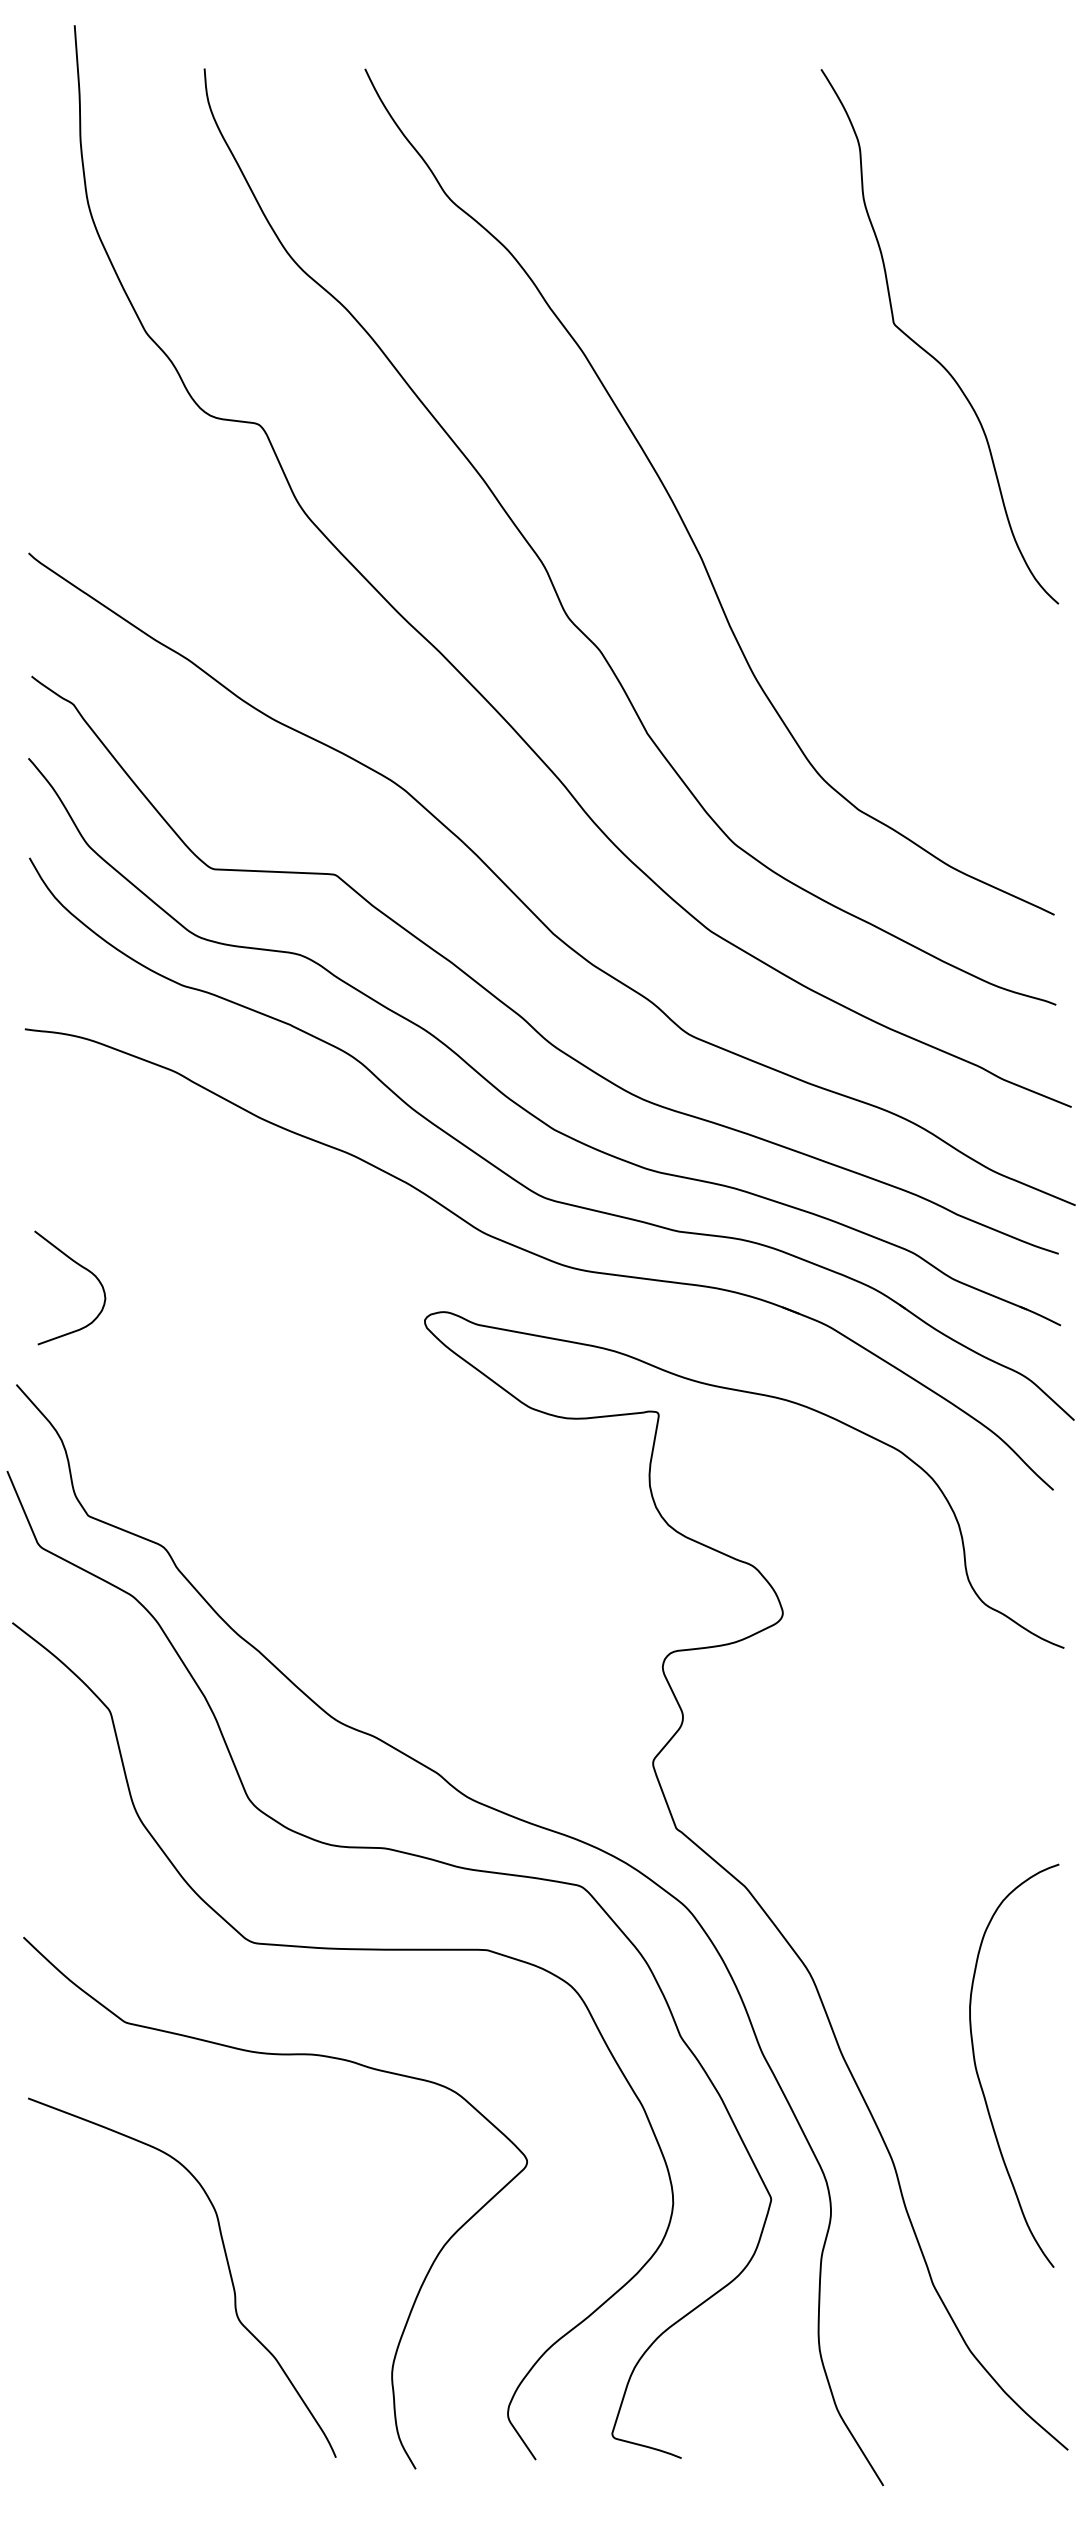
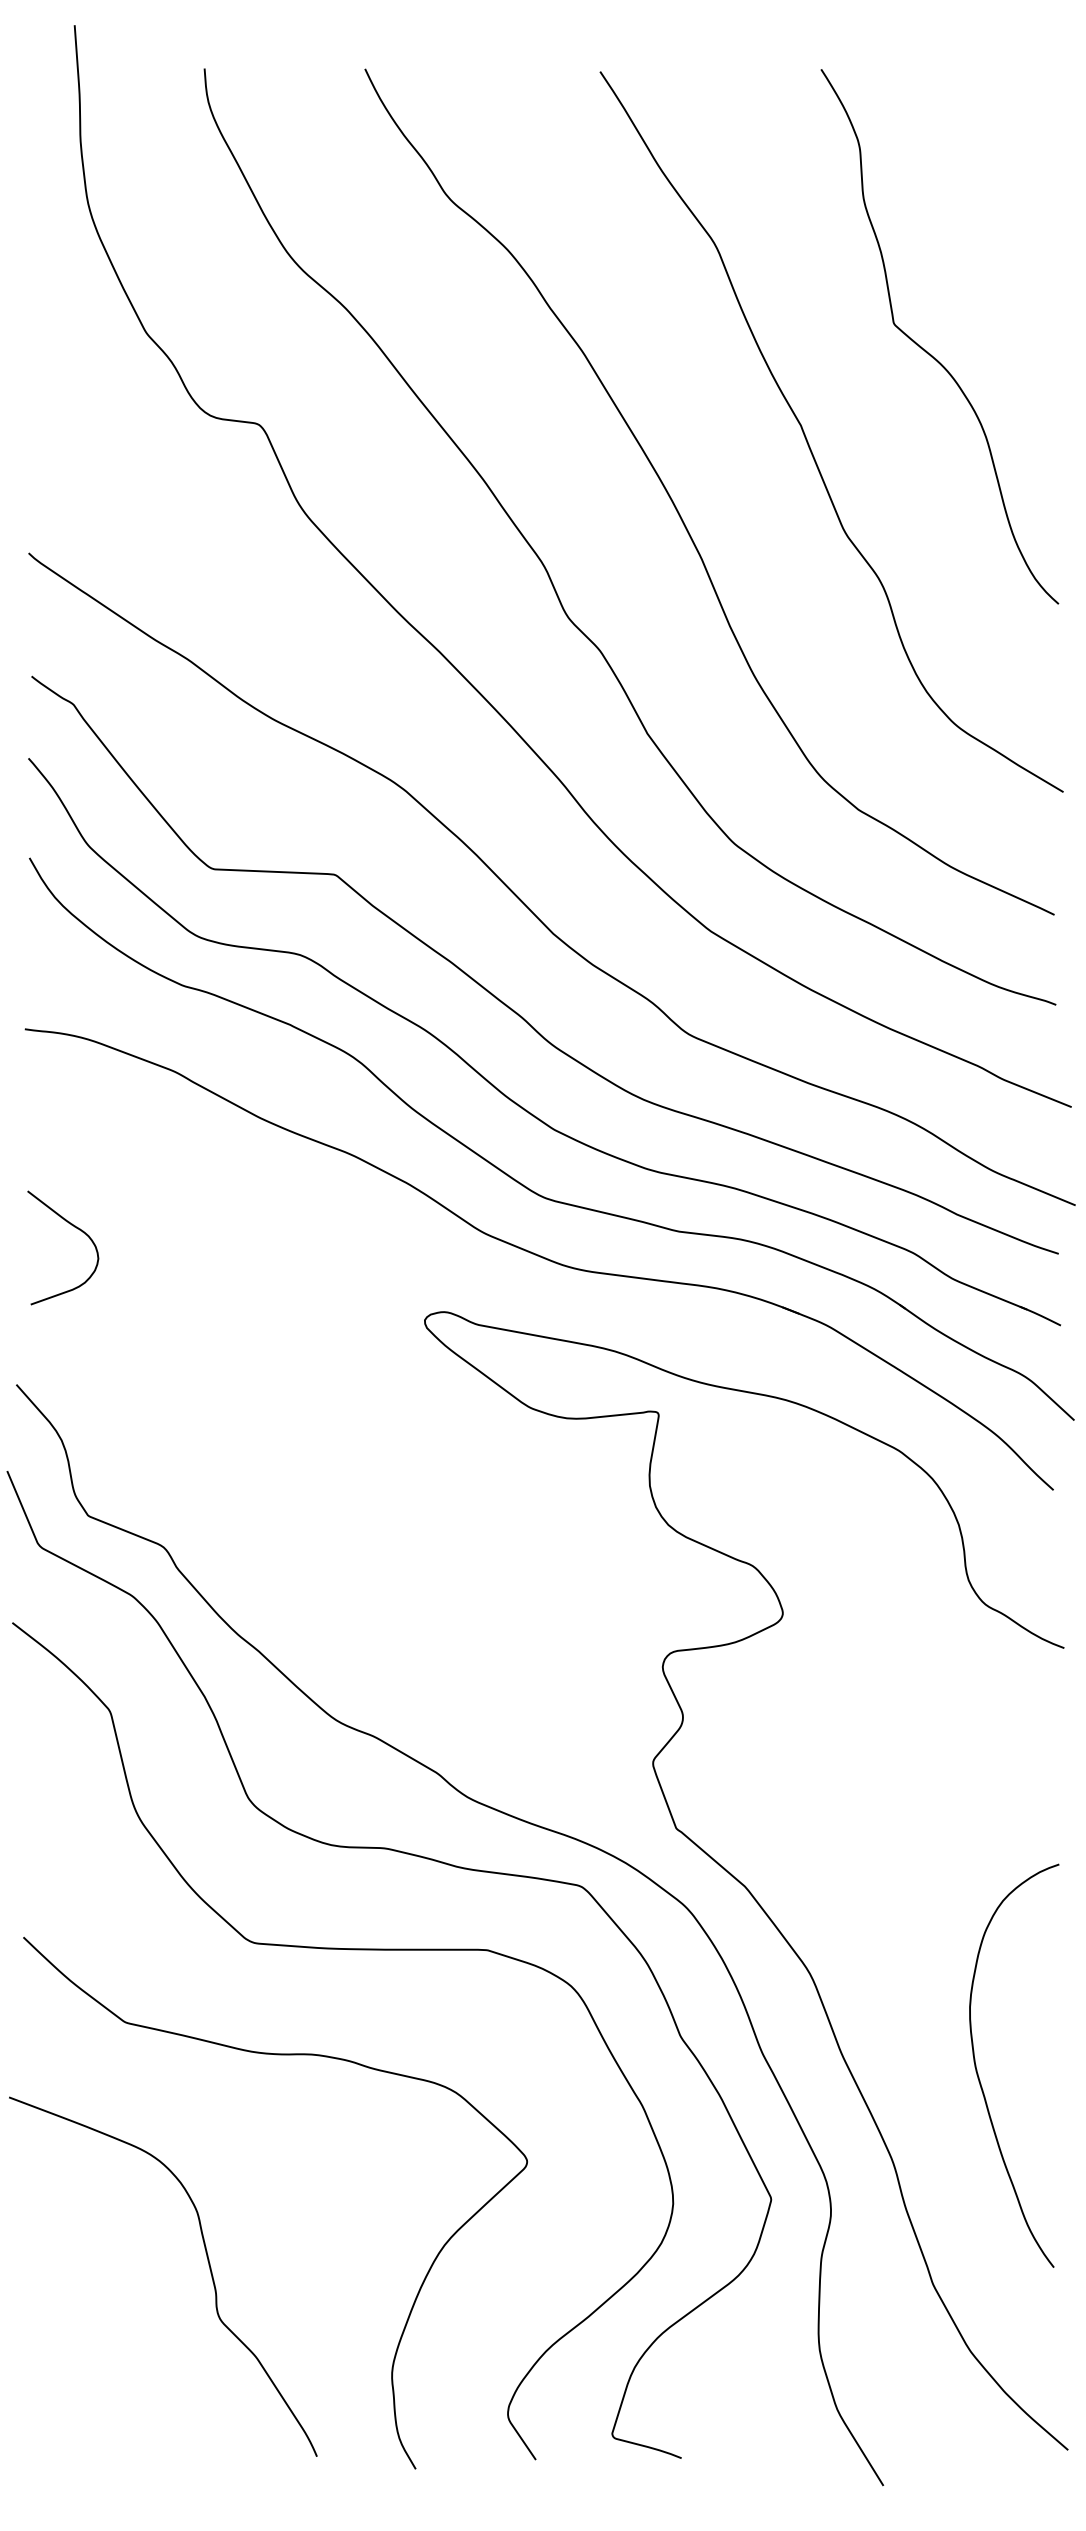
curve at (808, 441): none -> present
curve at (84, 1269) position: (84, 1269) -> (77, 1229)
curve at (227, 2266) position: (227, 2266) -> (208, 2265)
